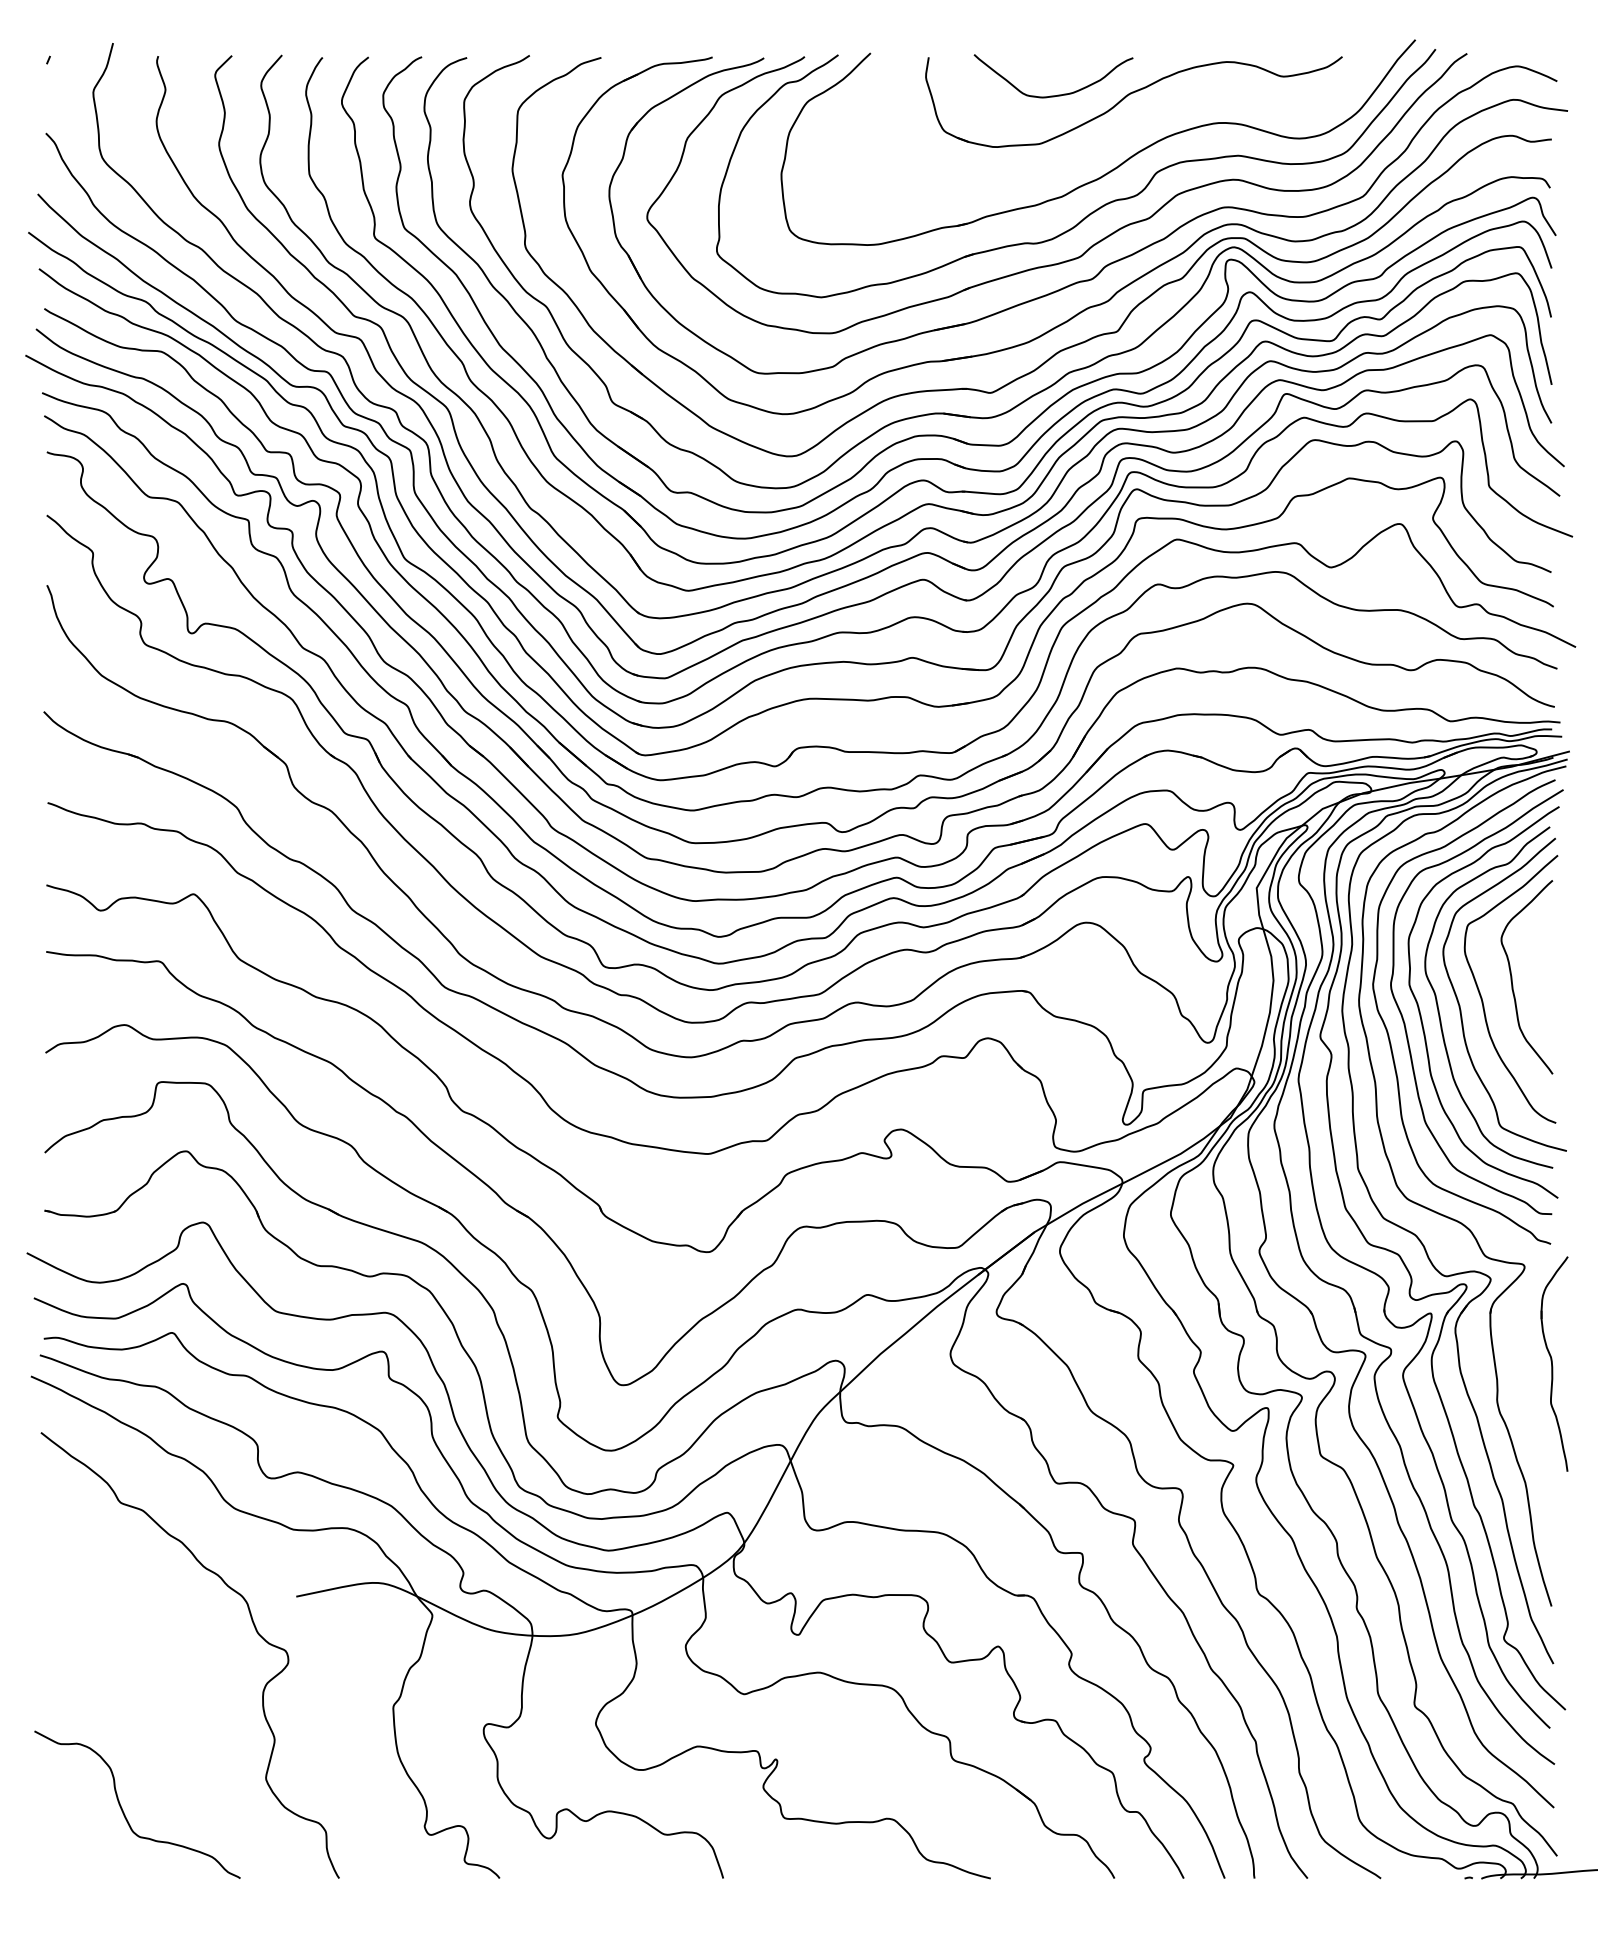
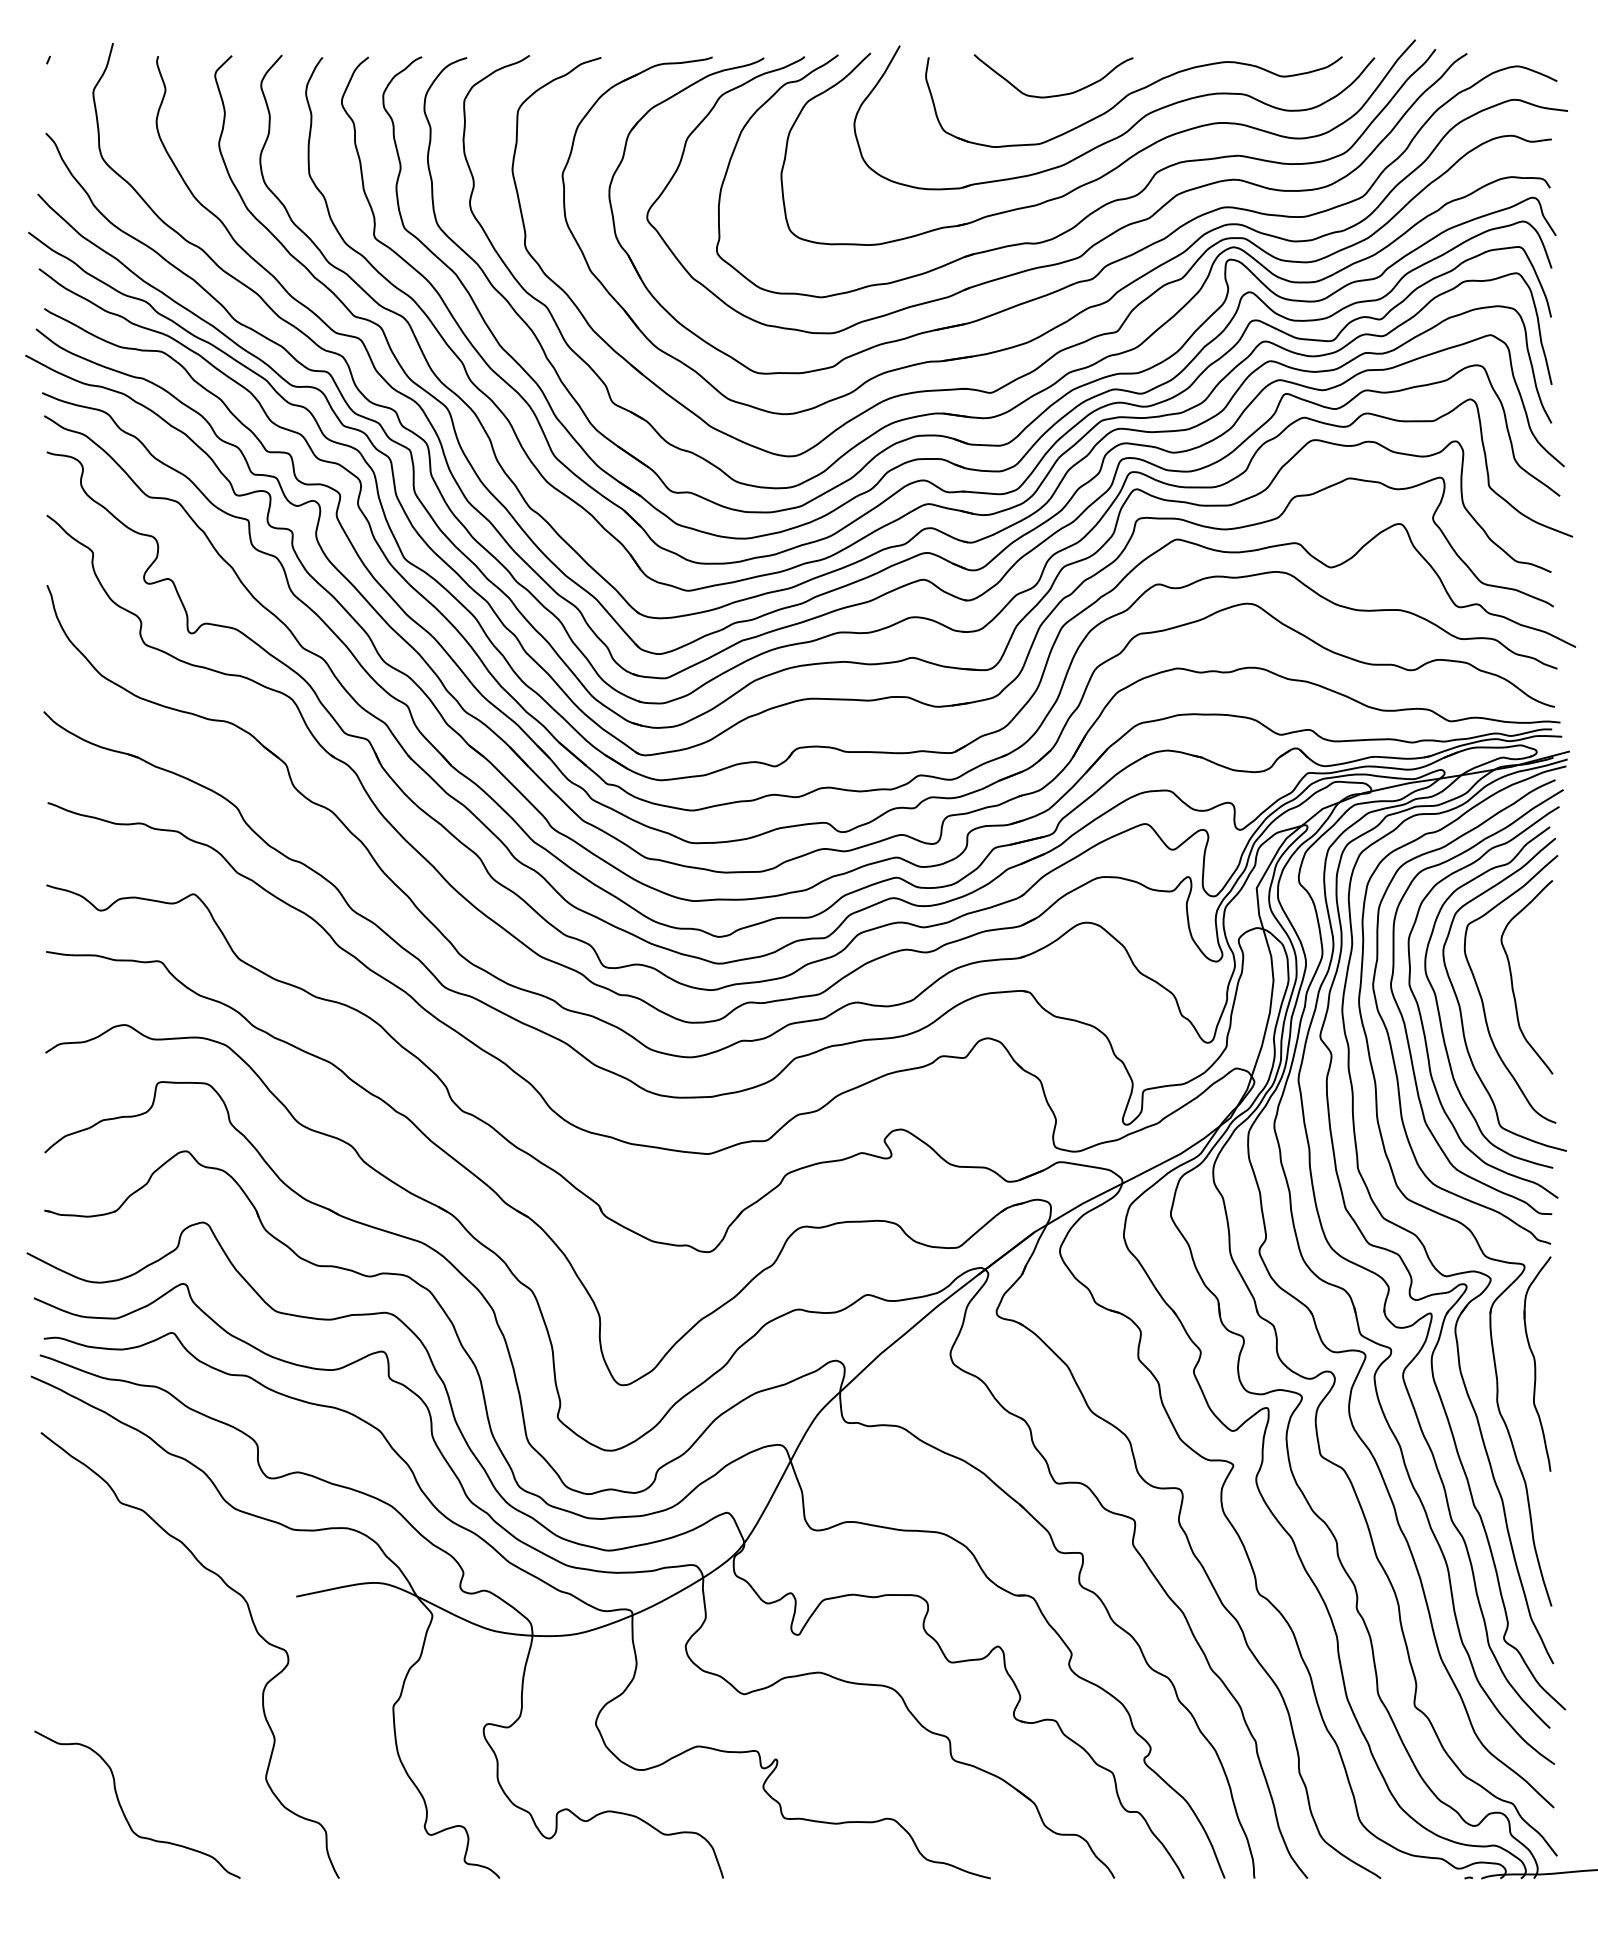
part at (1125, 131): none -> present
part at (1554, 1363) position: (1554, 1363) -> (1537, 1363)
